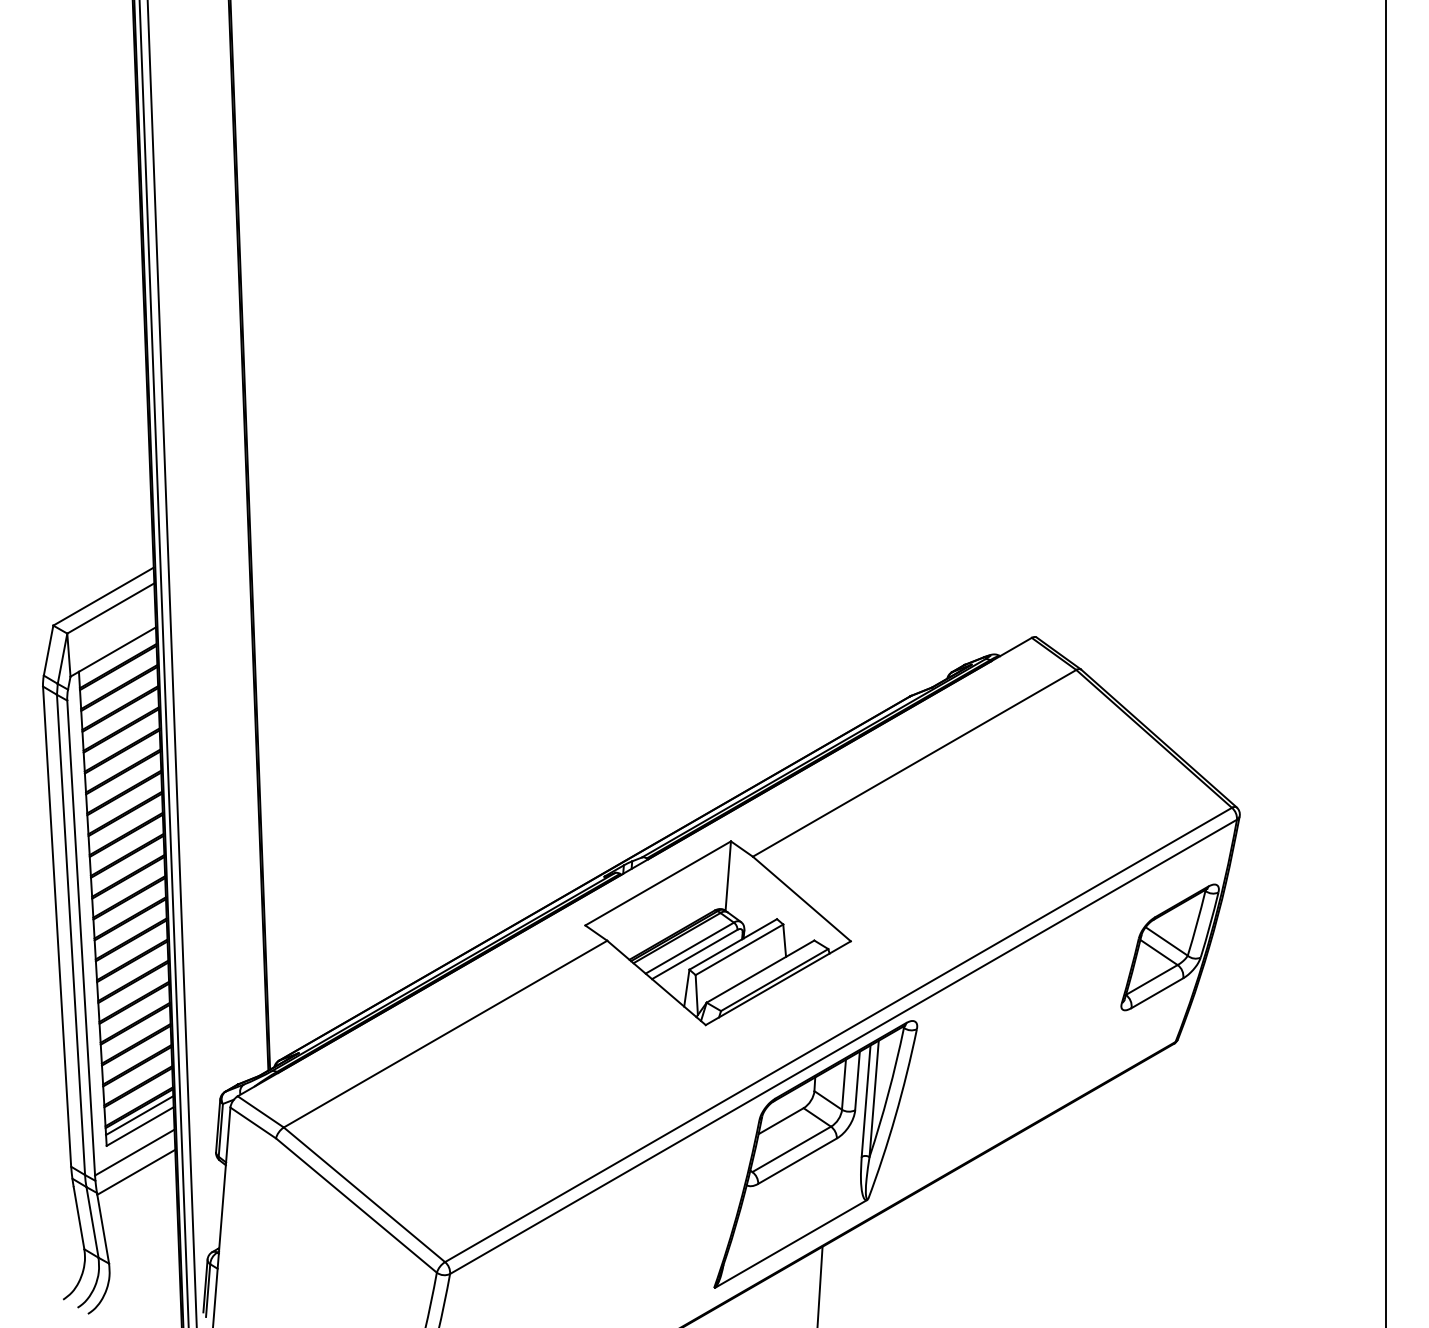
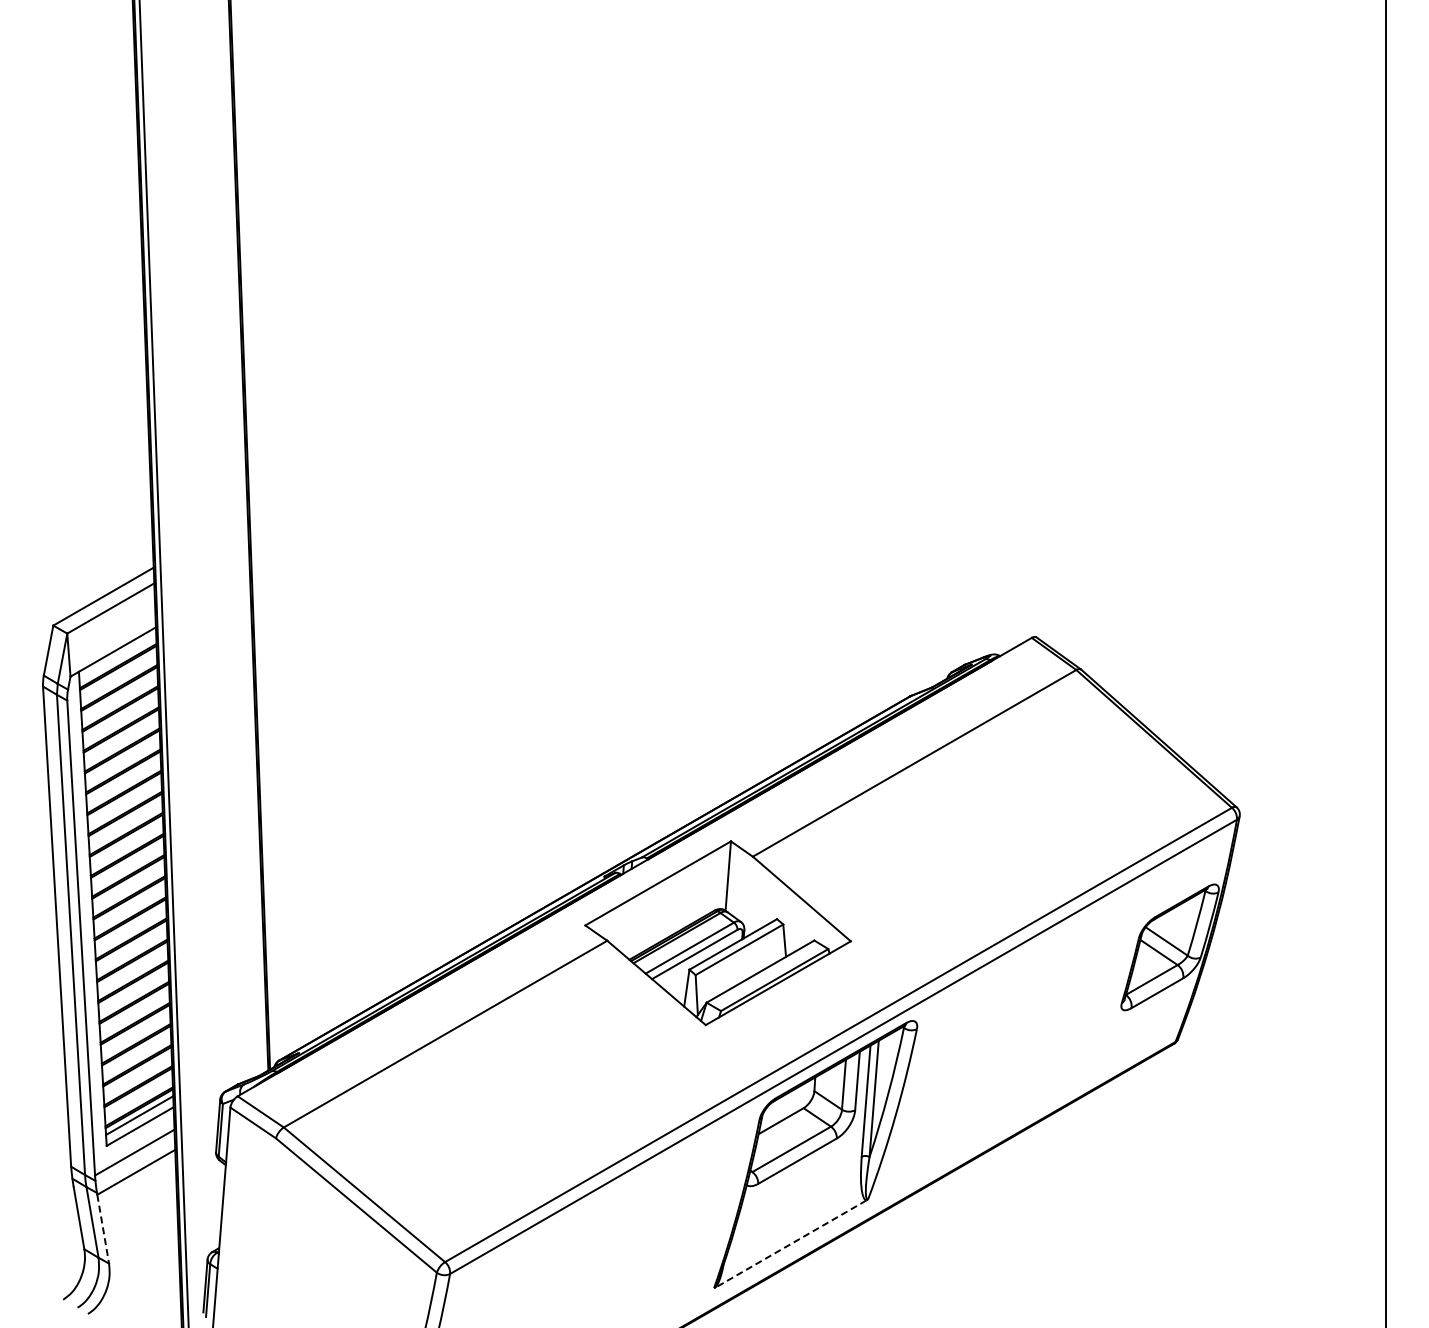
line at (171, 663): present -> none
line at (103, 1229): solid -> dashed
line at (790, 1244): solid -> dashed
line at (819, 1285): present -> none
